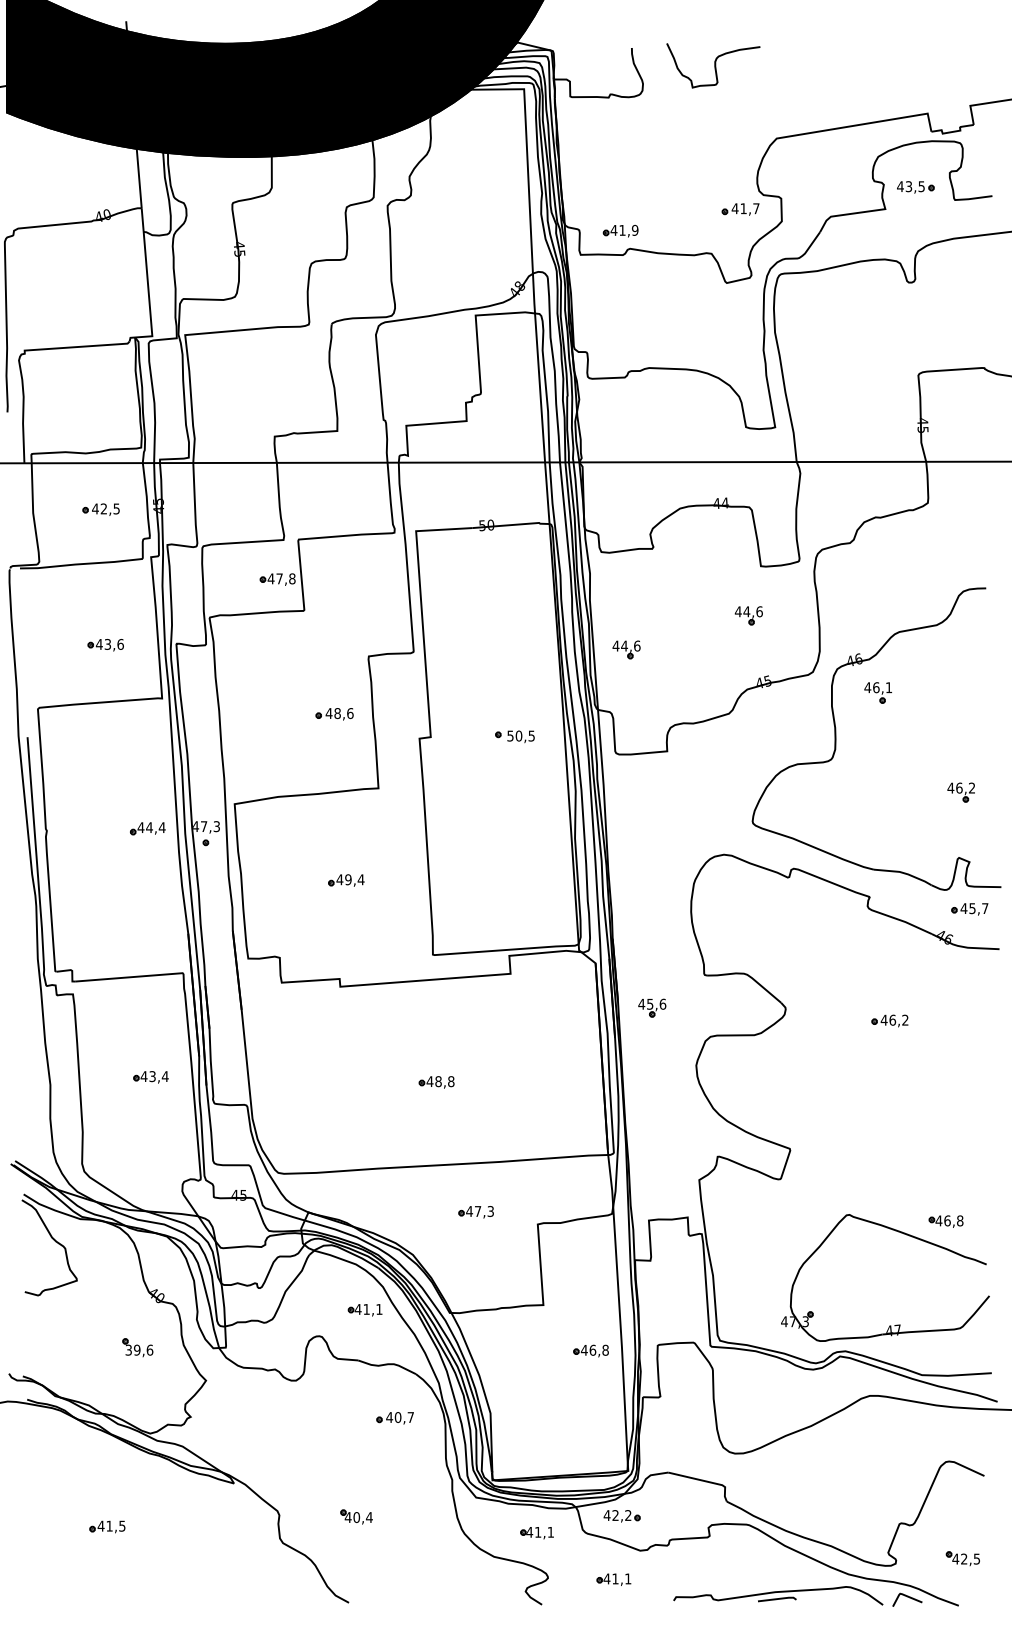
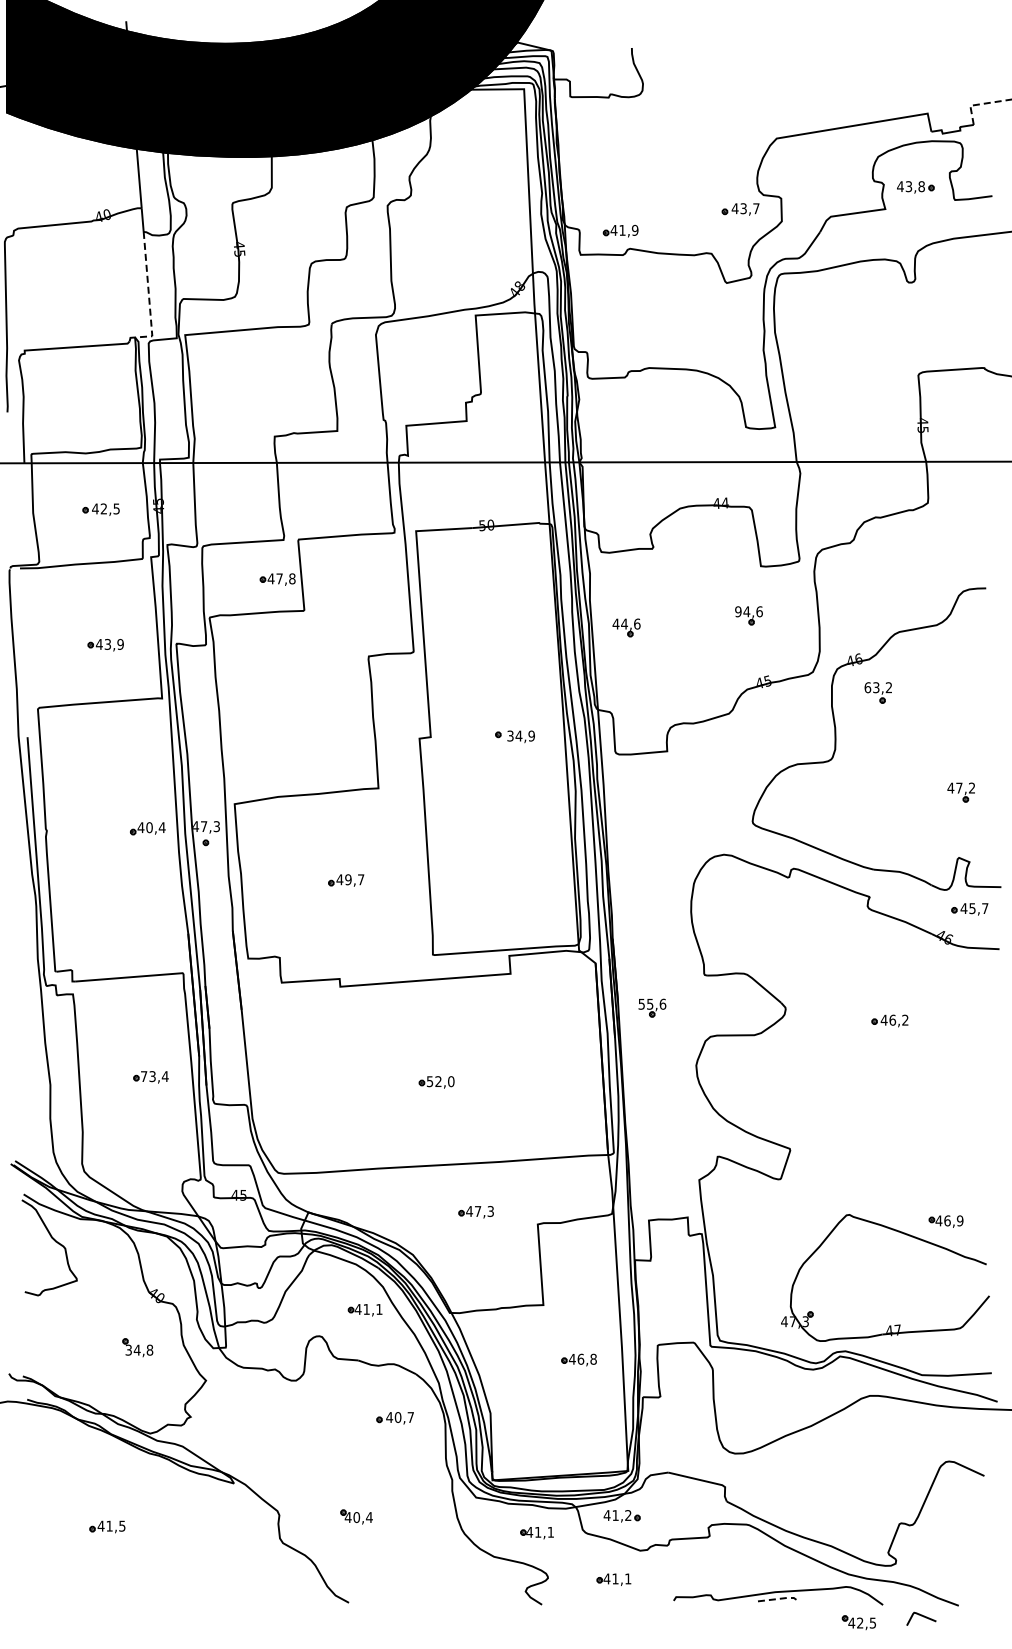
curve at (714, 65): present -> none
line at (981, 104): solid -> dashed
text at (921, 186): 43,5 -> 43,8
text at (743, 208): 41,7 -> 43,7
line at (148, 293): solid -> dashed
text at (737, 611): 44,6 -> 94,6
text at (120, 644): 43,6 -> 43,9
part at (626, 649) position: (626, 649) -> (626, 627)
text at (878, 687): 46,1 -> 63,2
part at (334, 714): present -> none
text at (520, 735): 50,5 -> 34,9
text at (959, 787): 46,2 -> 47,2
text at (149, 827): 44,4 -> 40,4
text at (360, 879): 49,4 -> 49,7
text at (641, 1003): 45,6 -> 55,6
text at (143, 1076): 43,4 -> 73,4
text at (440, 1081): 48,8 -> 52,0
text at (959, 1220): 46,8 -> 46,9
text at (143, 1349): 39,6 -> 34,8
part at (590, 1350) position: (590, 1350) -> (578, 1359)
text at (615, 1515): 42,2 -> 41,2
part at (962, 1558) position: (962, 1558) -> (858, 1622)
line at (907, 1597) position: (907, 1597) -> (921, 1616)
line at (779, 1598): solid -> dashed
